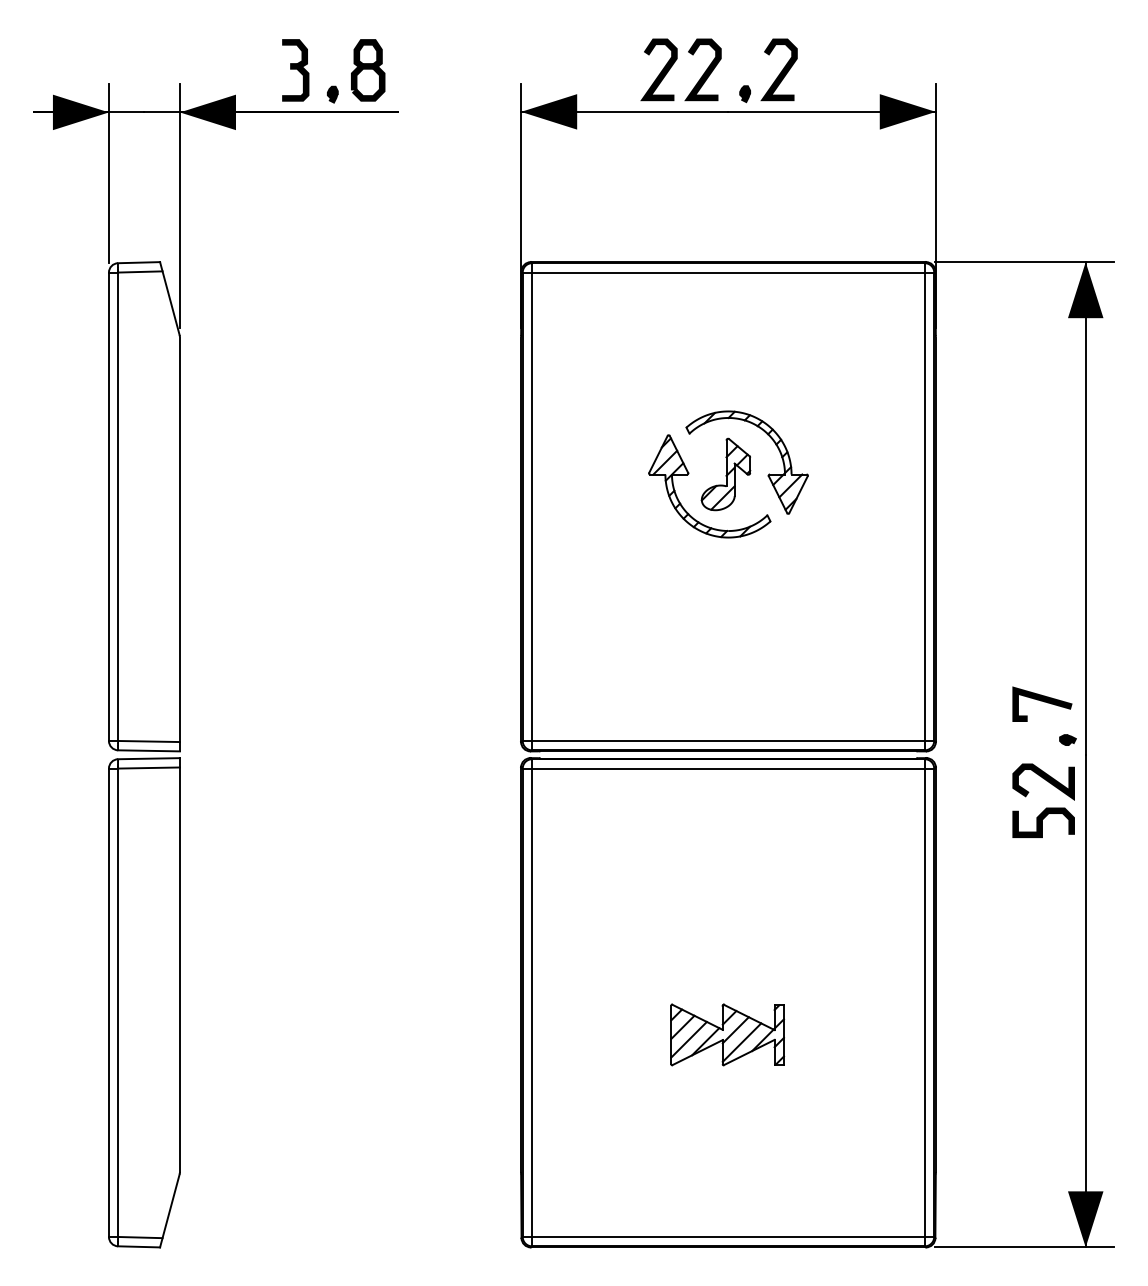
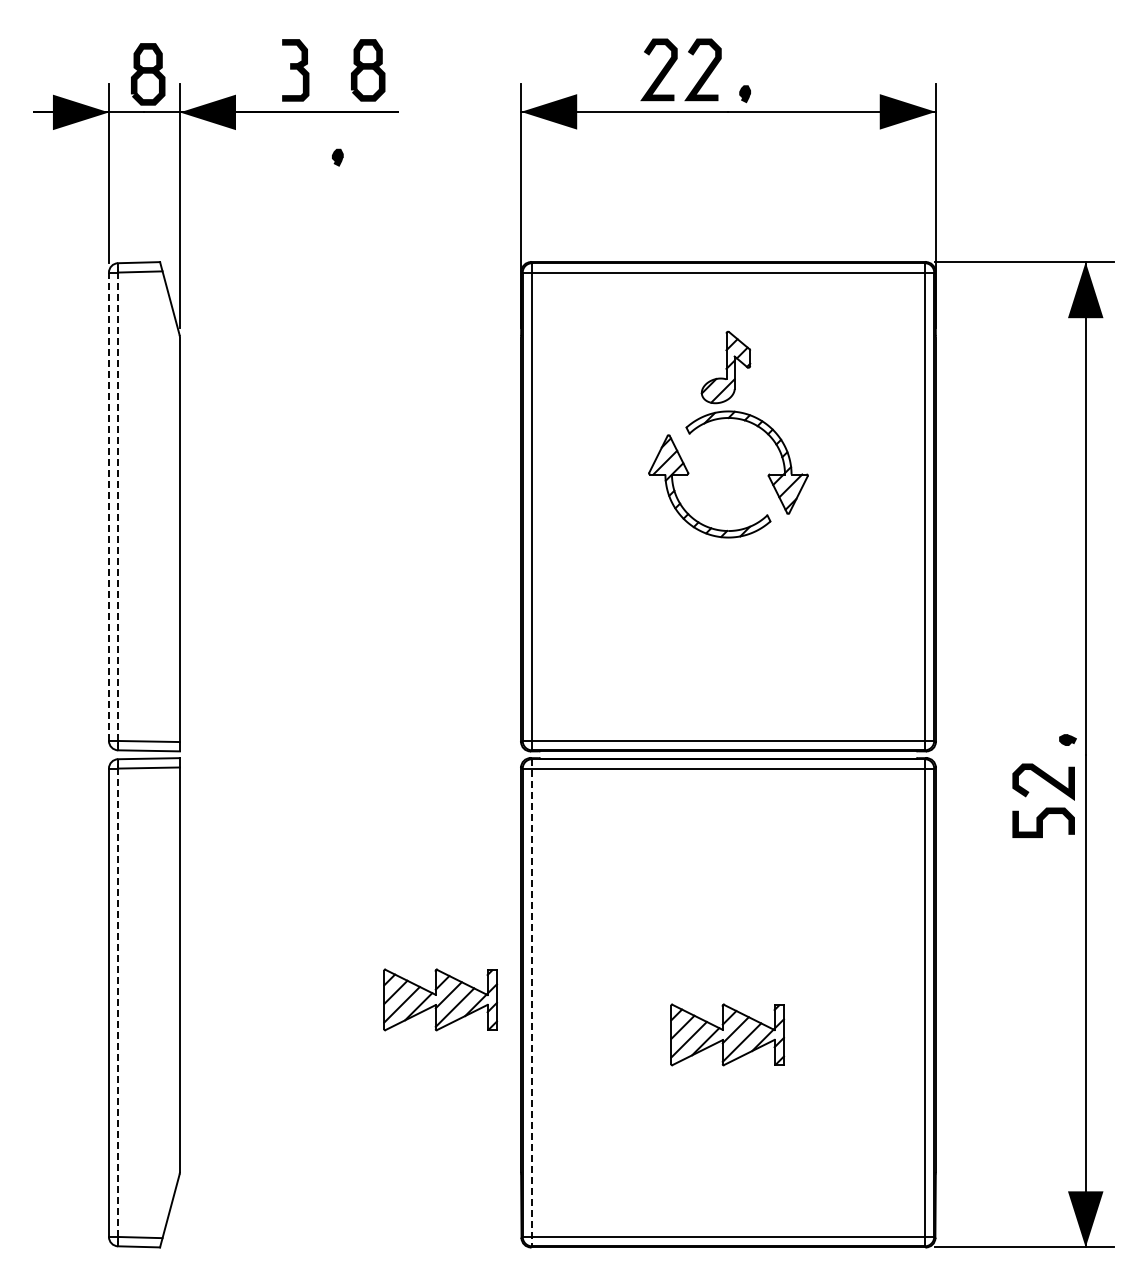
curve at (781, 70): present -> none
part at (148, 74): none -> present
part at (332, 94) position: (332, 94) -> (337, 157)
part at (725, 474) position: (725, 474) -> (725, 367)
line at (108, 506): solid -> dashed
line at (118, 506): solid -> dashed
line at (1042, 701): present -> none
part at (440, 999): none -> present
line at (118, 1002): solid -> dashed
line at (532, 1002): solid -> dashed
